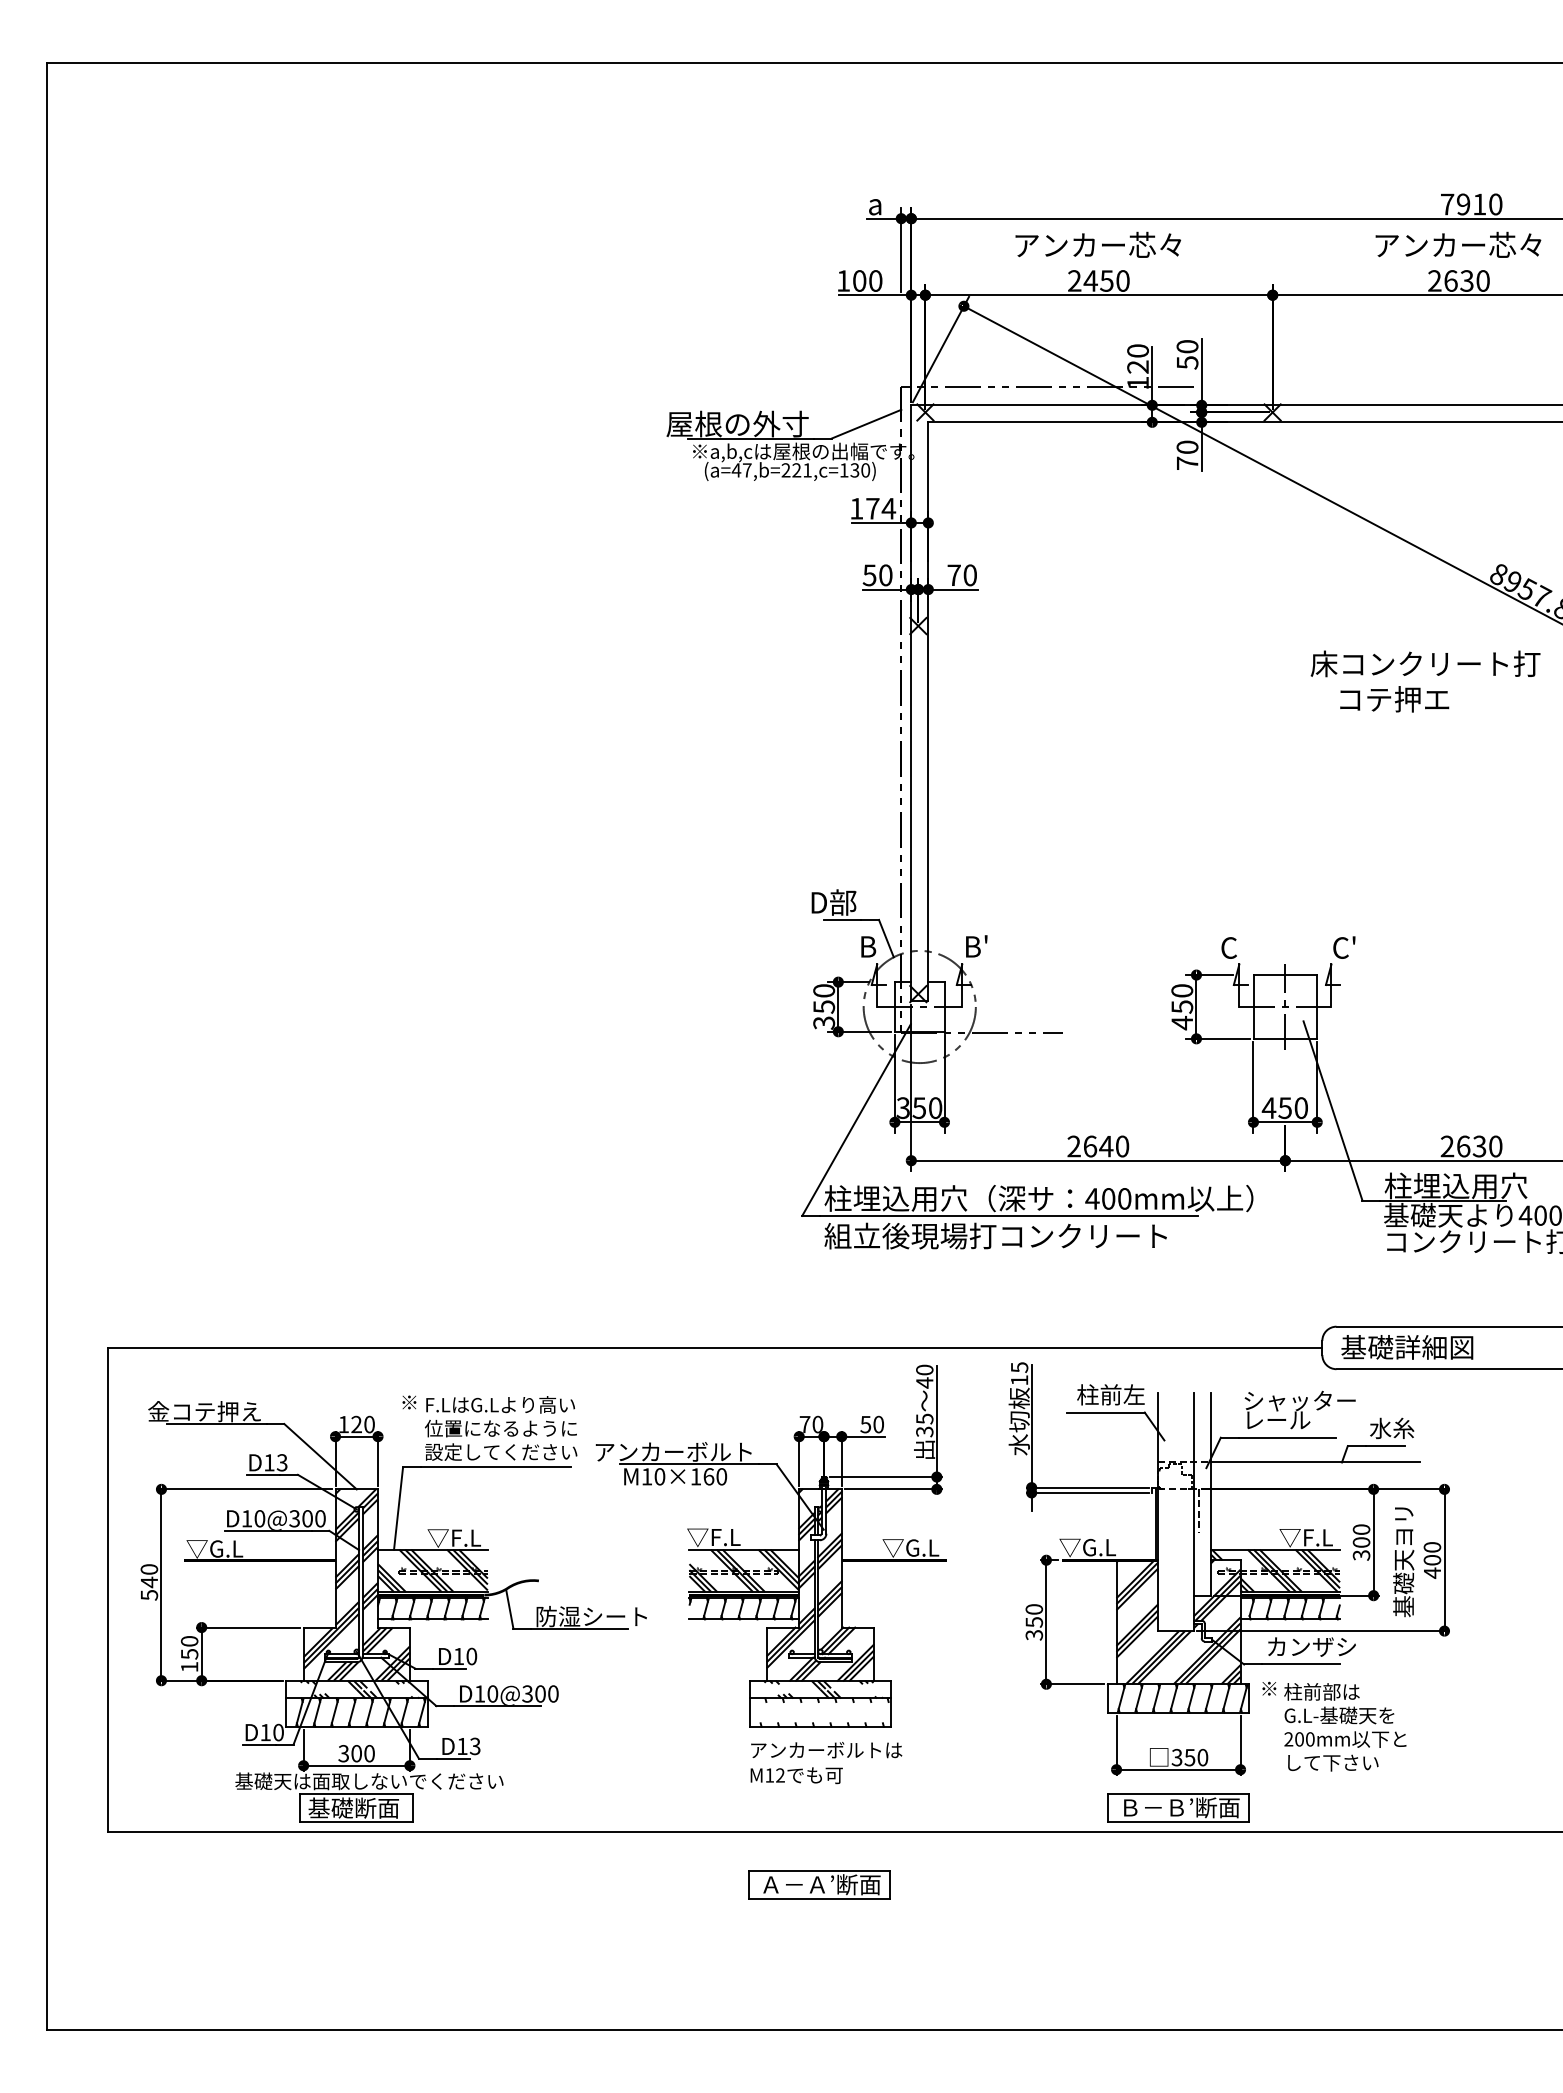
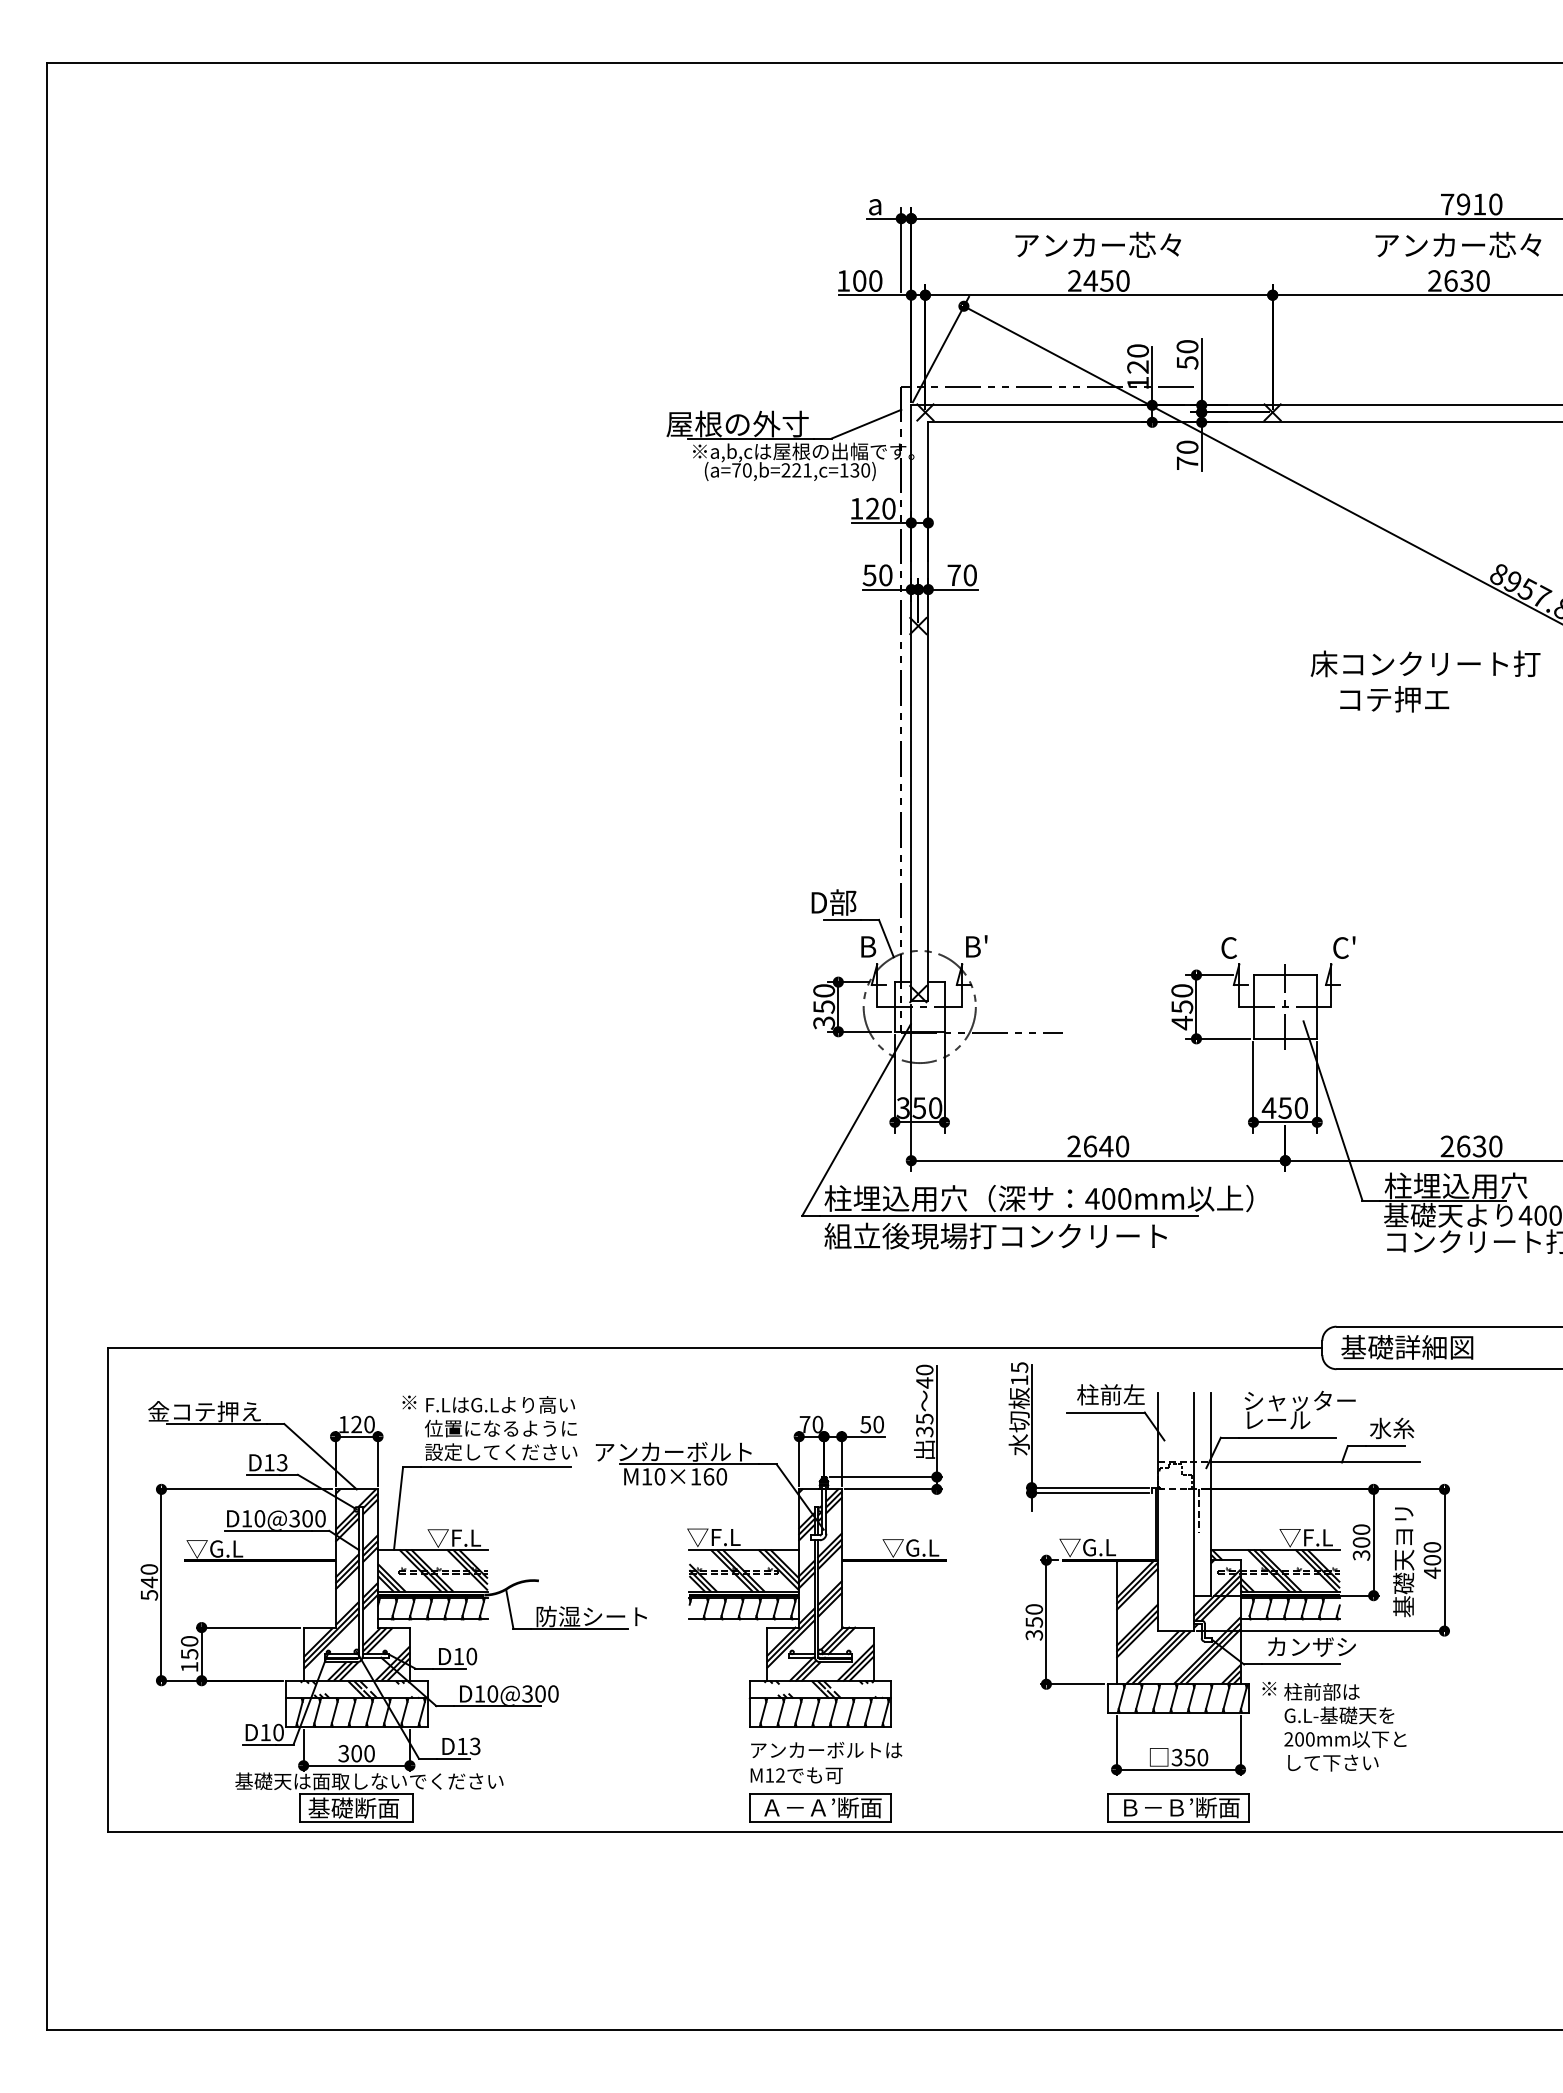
text at (741, 470): (a=47,b=221,c=130) -> (a=70,b=221,c=130)
text at (881, 508): 174 -> 120
hatch at (819, 1712): none -> present
part at (819, 1884) position: (819, 1884) -> (820, 1807)
